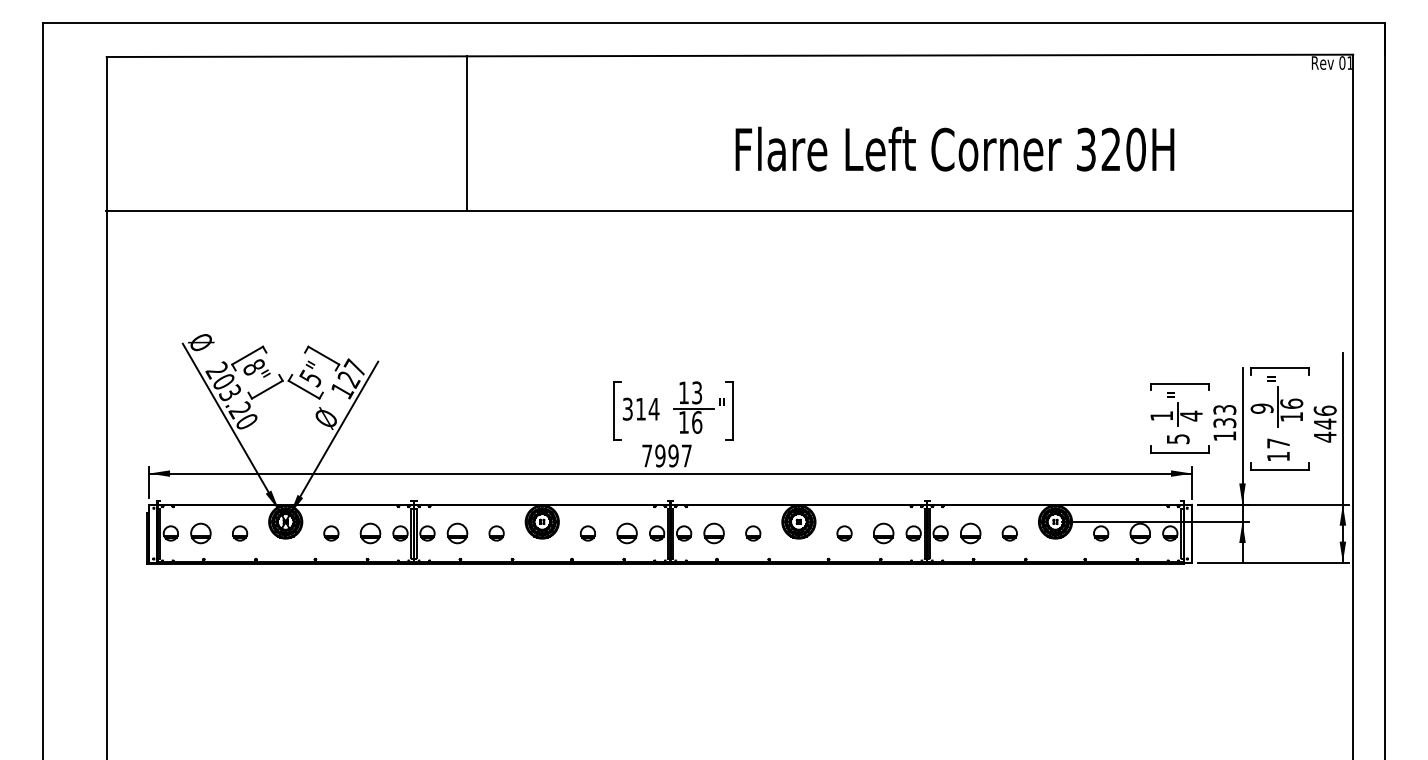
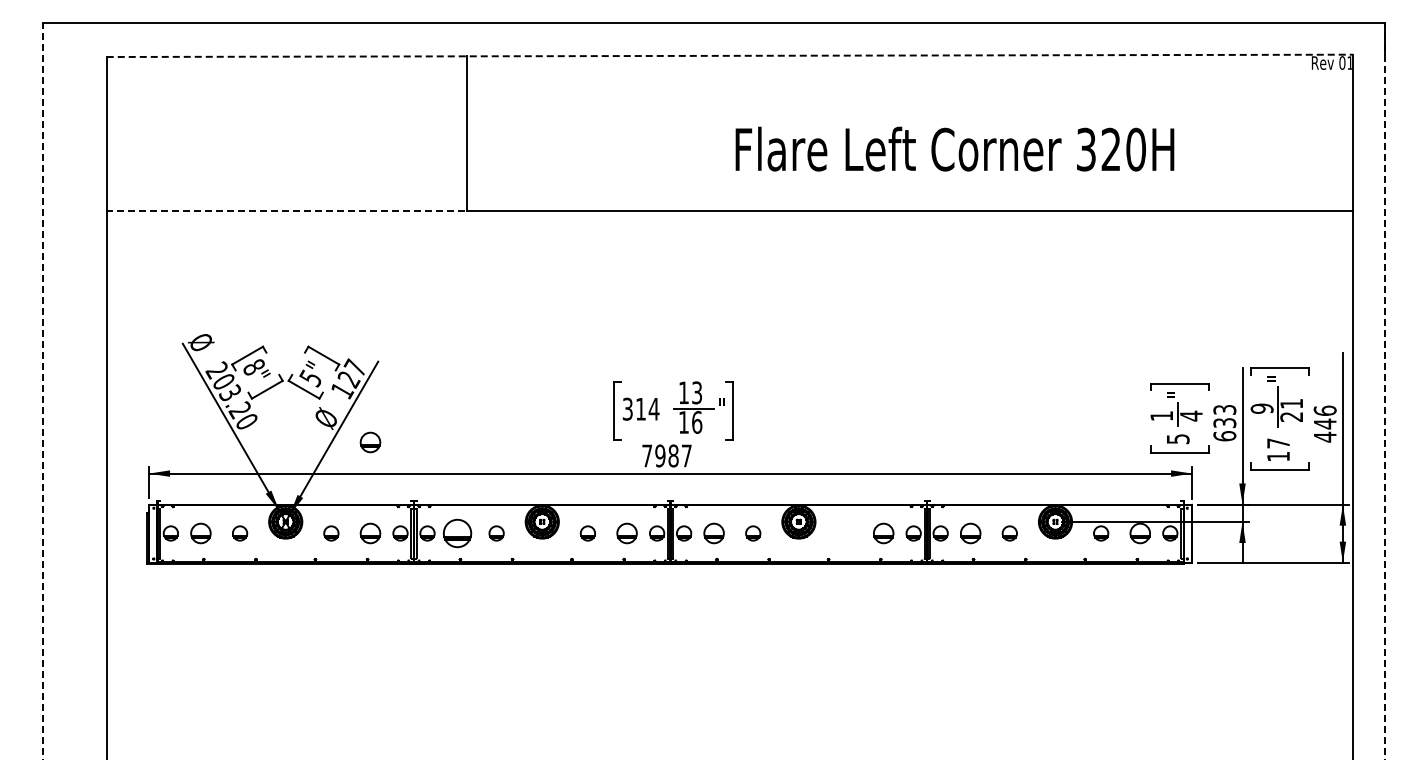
line at (730, 55): solid -> dashed
line at (287, 211): solid -> dashed
line at (42, 390): solid -> dashed
line at (1385, 390): solid -> dashed
text at (1291, 409): 16 -> 21
text at (1224, 436): 133 -> 633
part at (370, 442): none -> present
text at (673, 455): 7997 -> 7987
part at (457, 533) size: 23x23 px -> 30x31 px
part at (844, 533): present -> none
